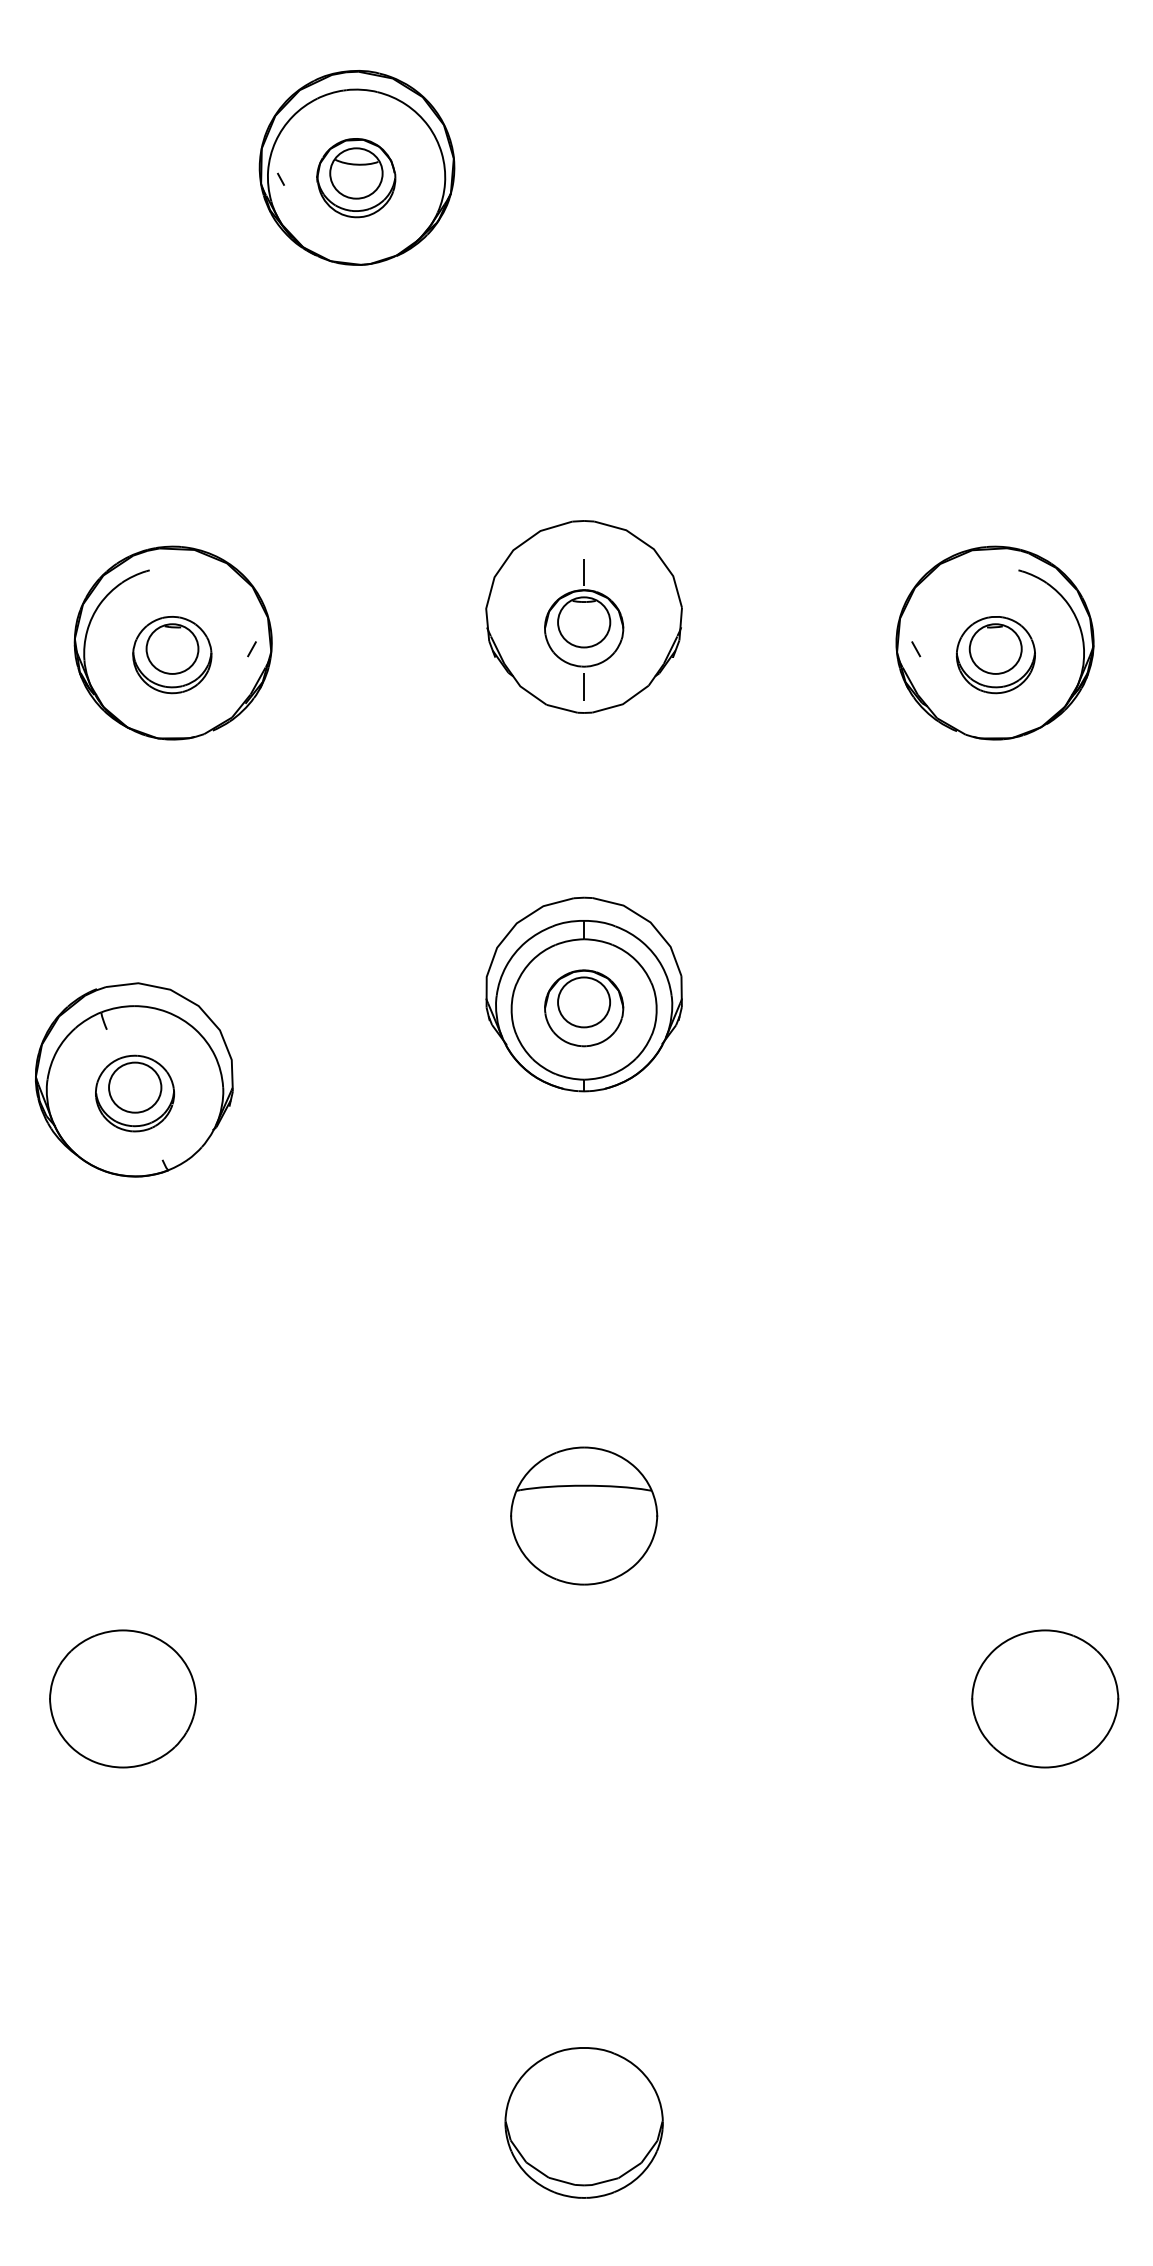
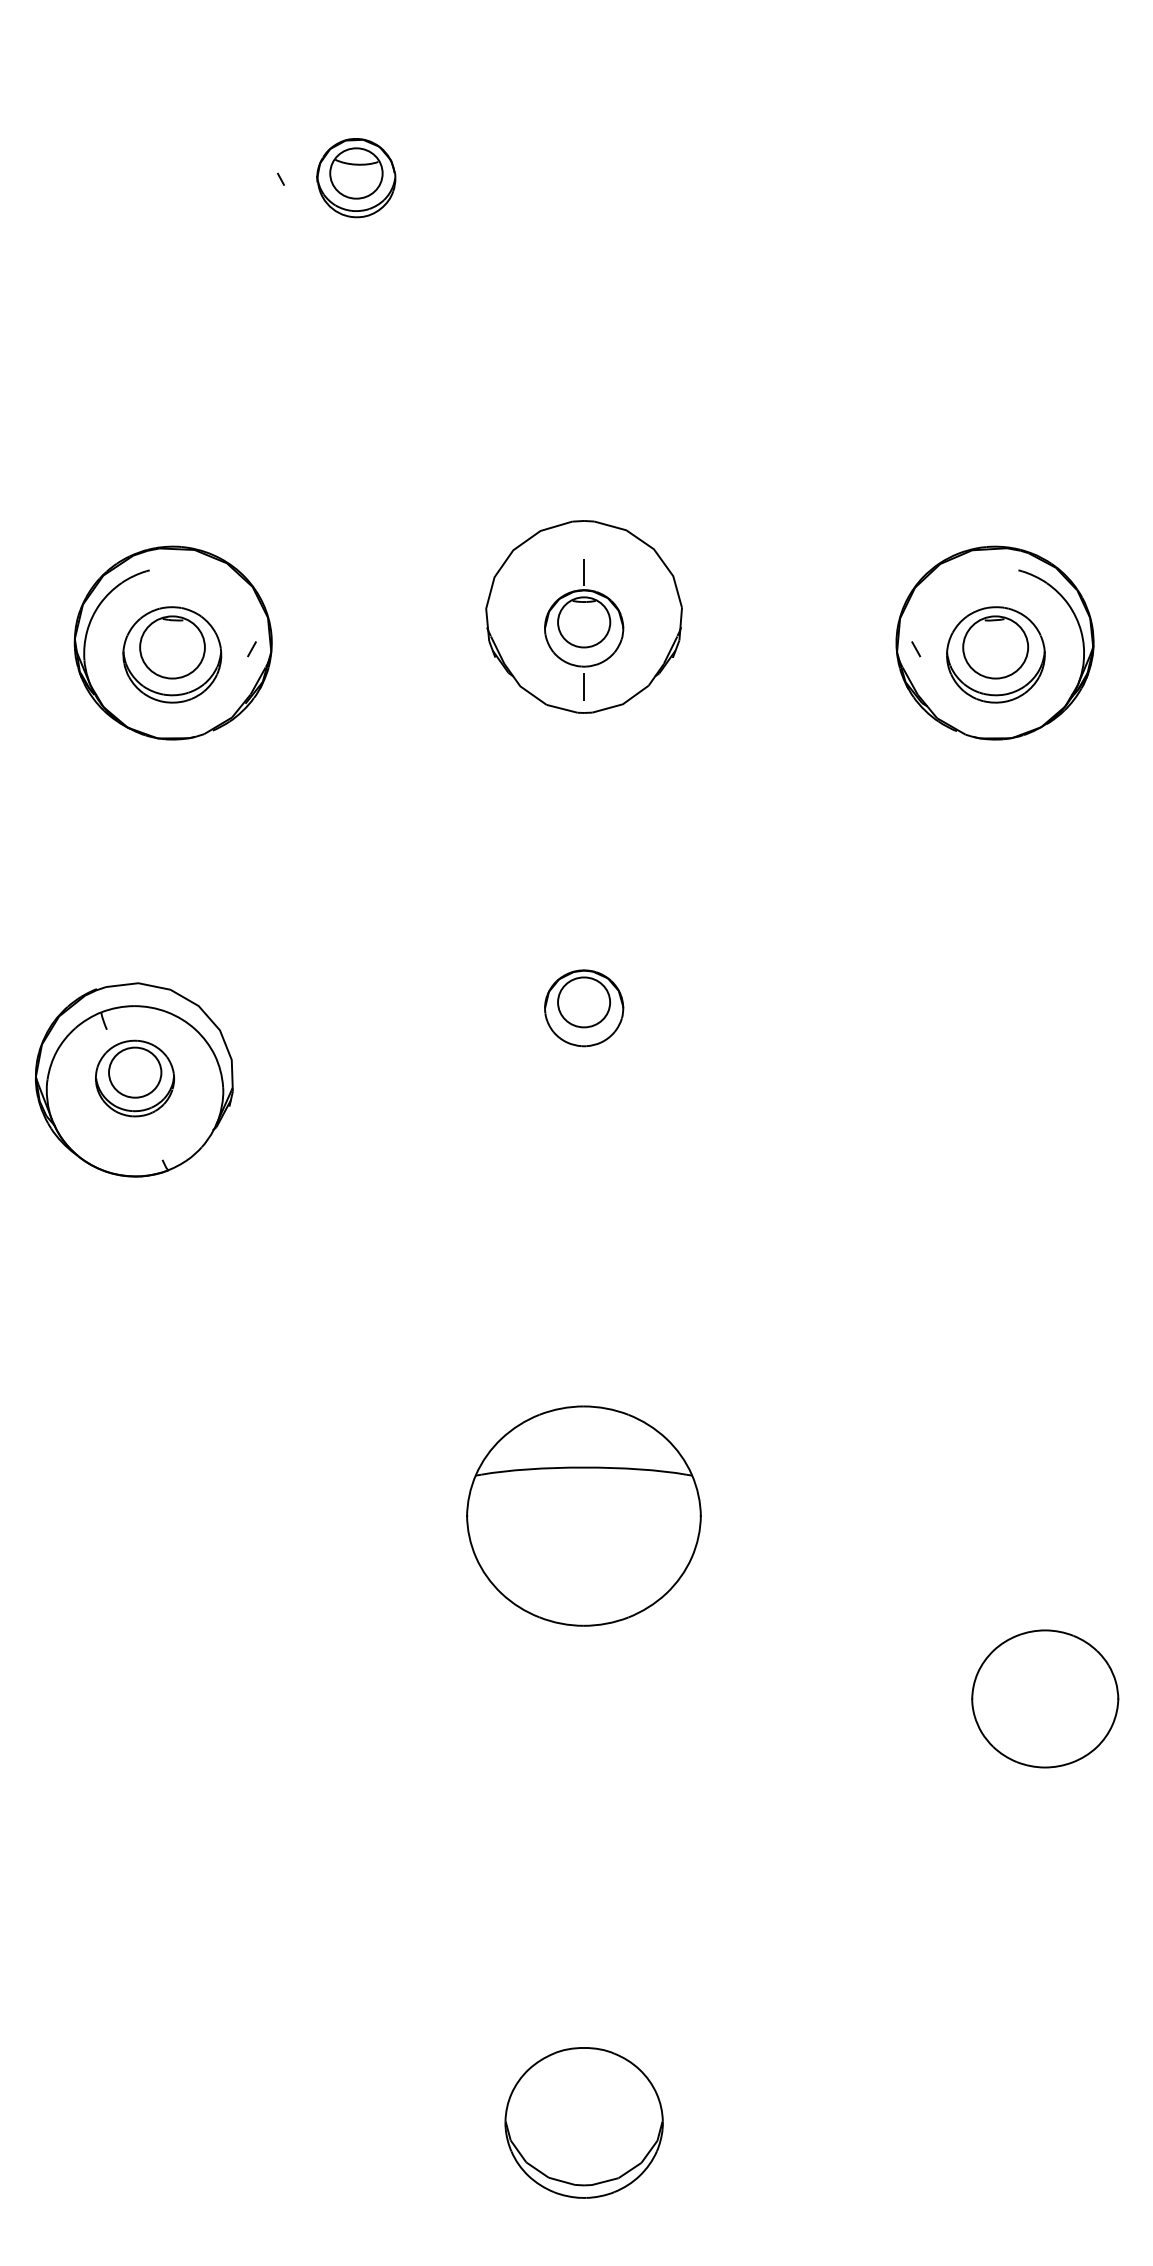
part at (356, 167): present -> none
part at (172, 655) size: 81x79 px -> 101x98 px
part at (995, 655) size: 80x79 px -> 100x98 px
part at (583, 994): present -> none
part at (135, 1093) position: (135, 1093) -> (135, 1078)
part at (584, 1515) size: 149x140 px -> 236x222 px
part at (122, 1698): present -> none
